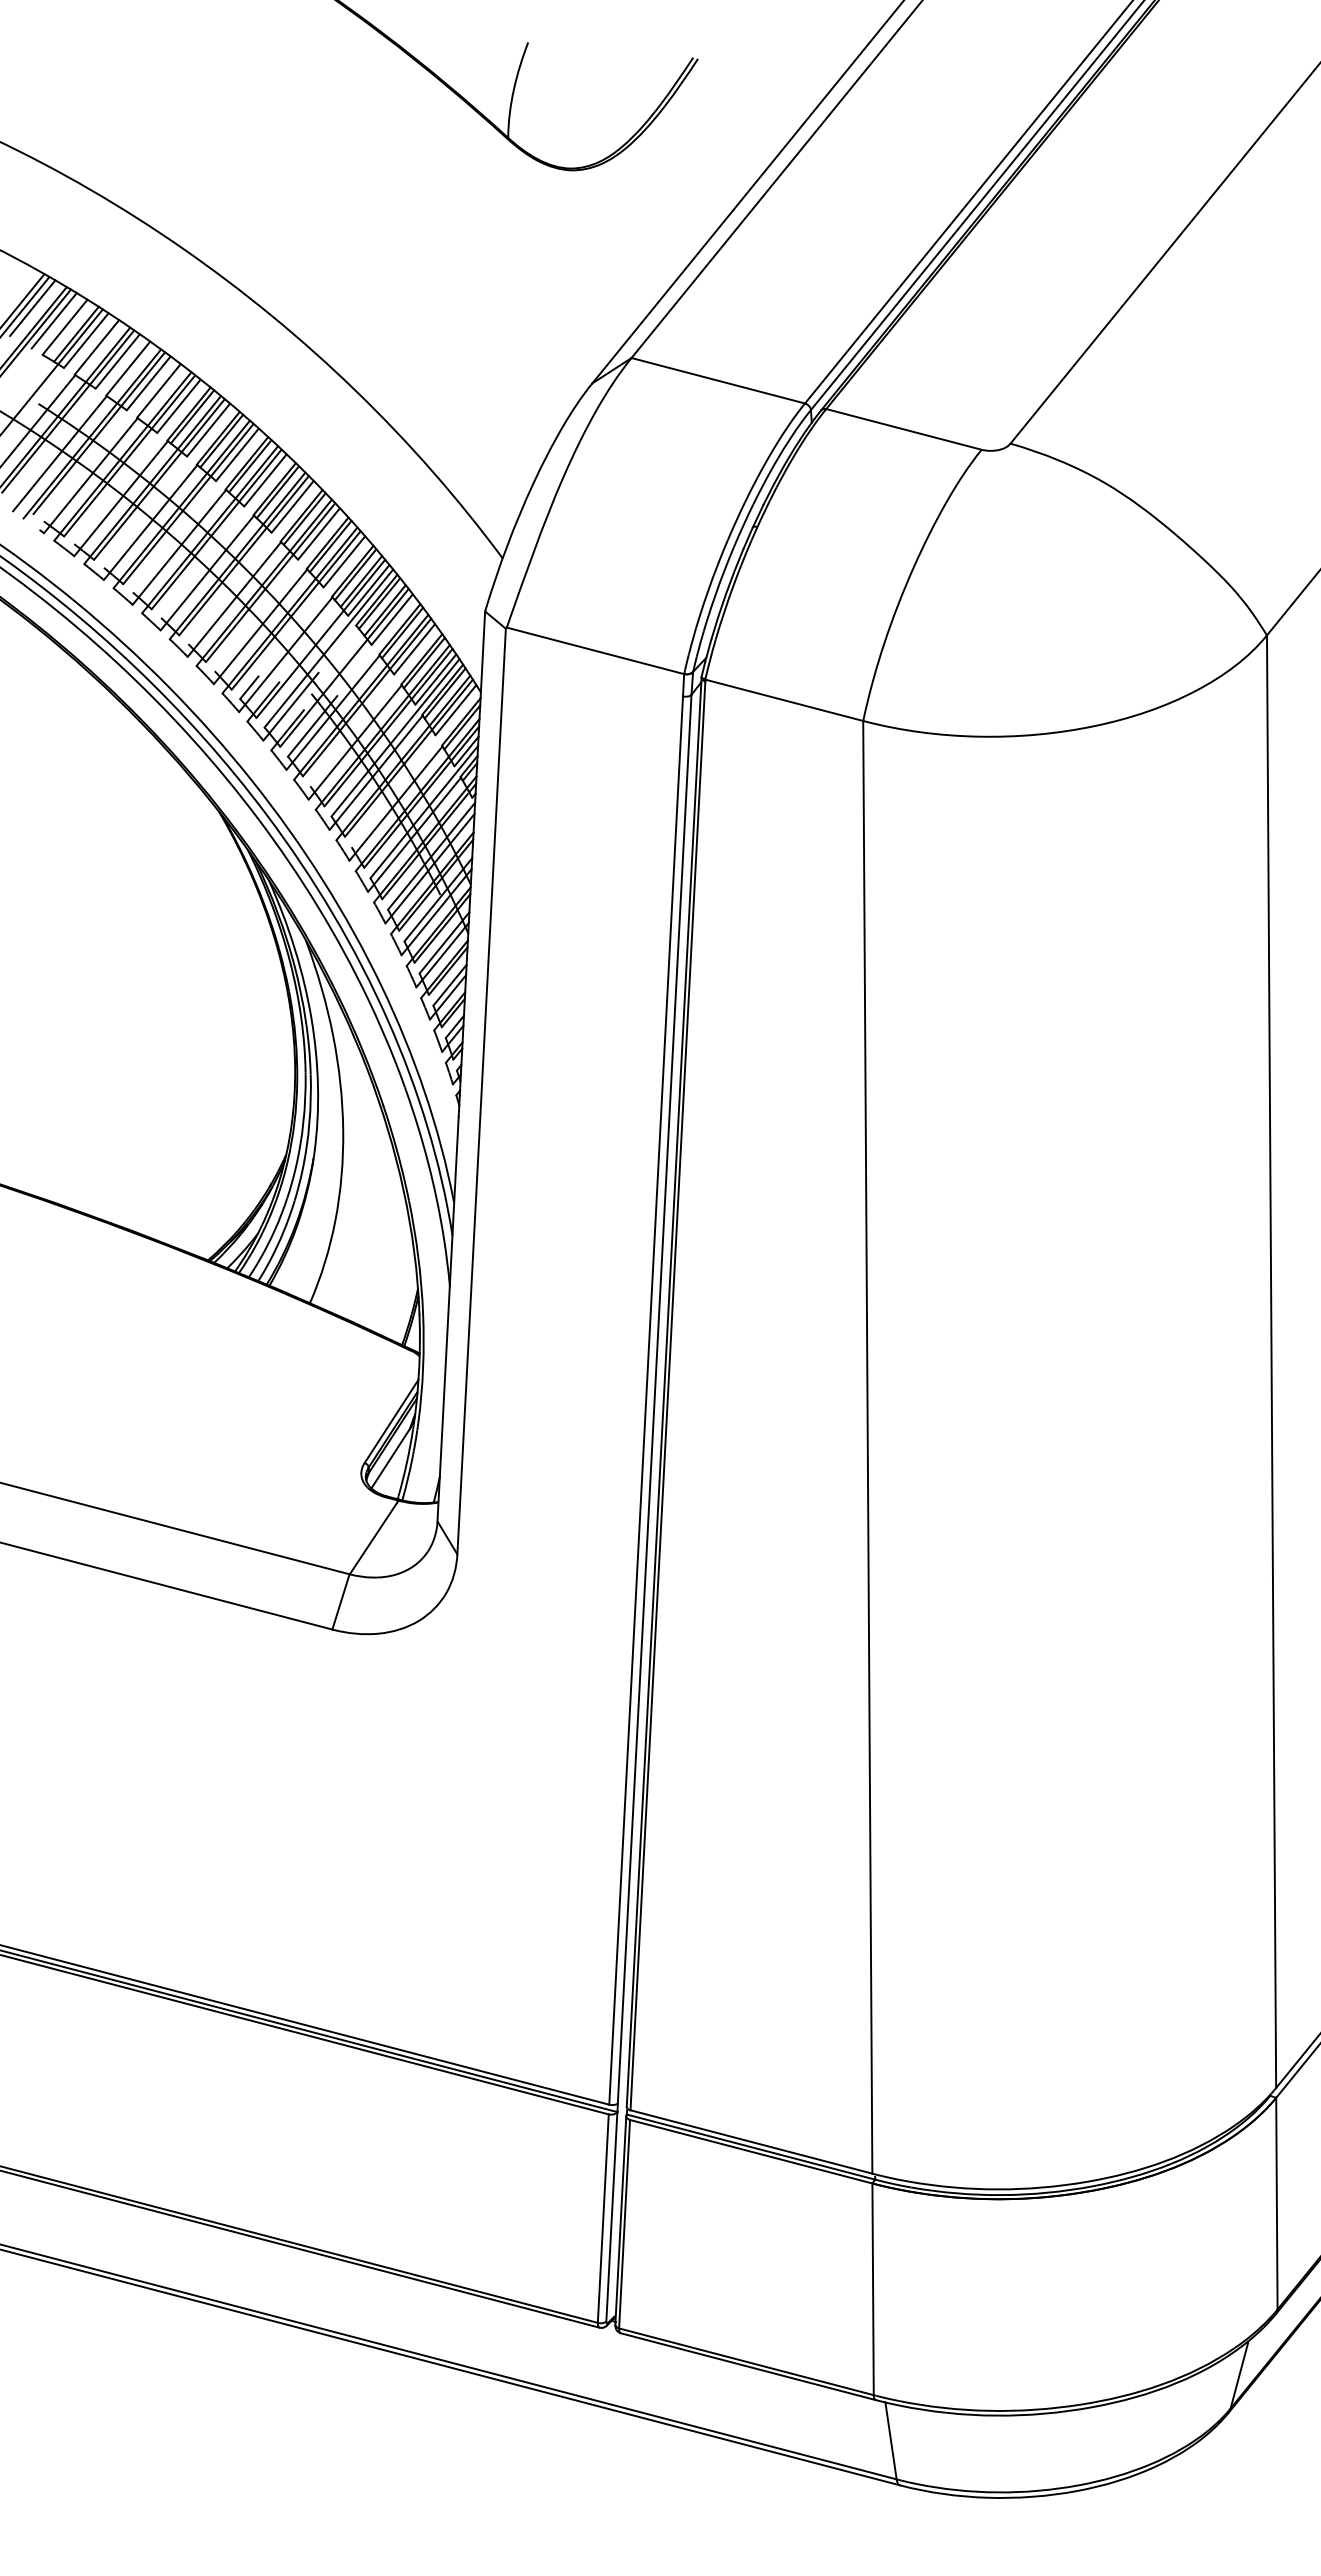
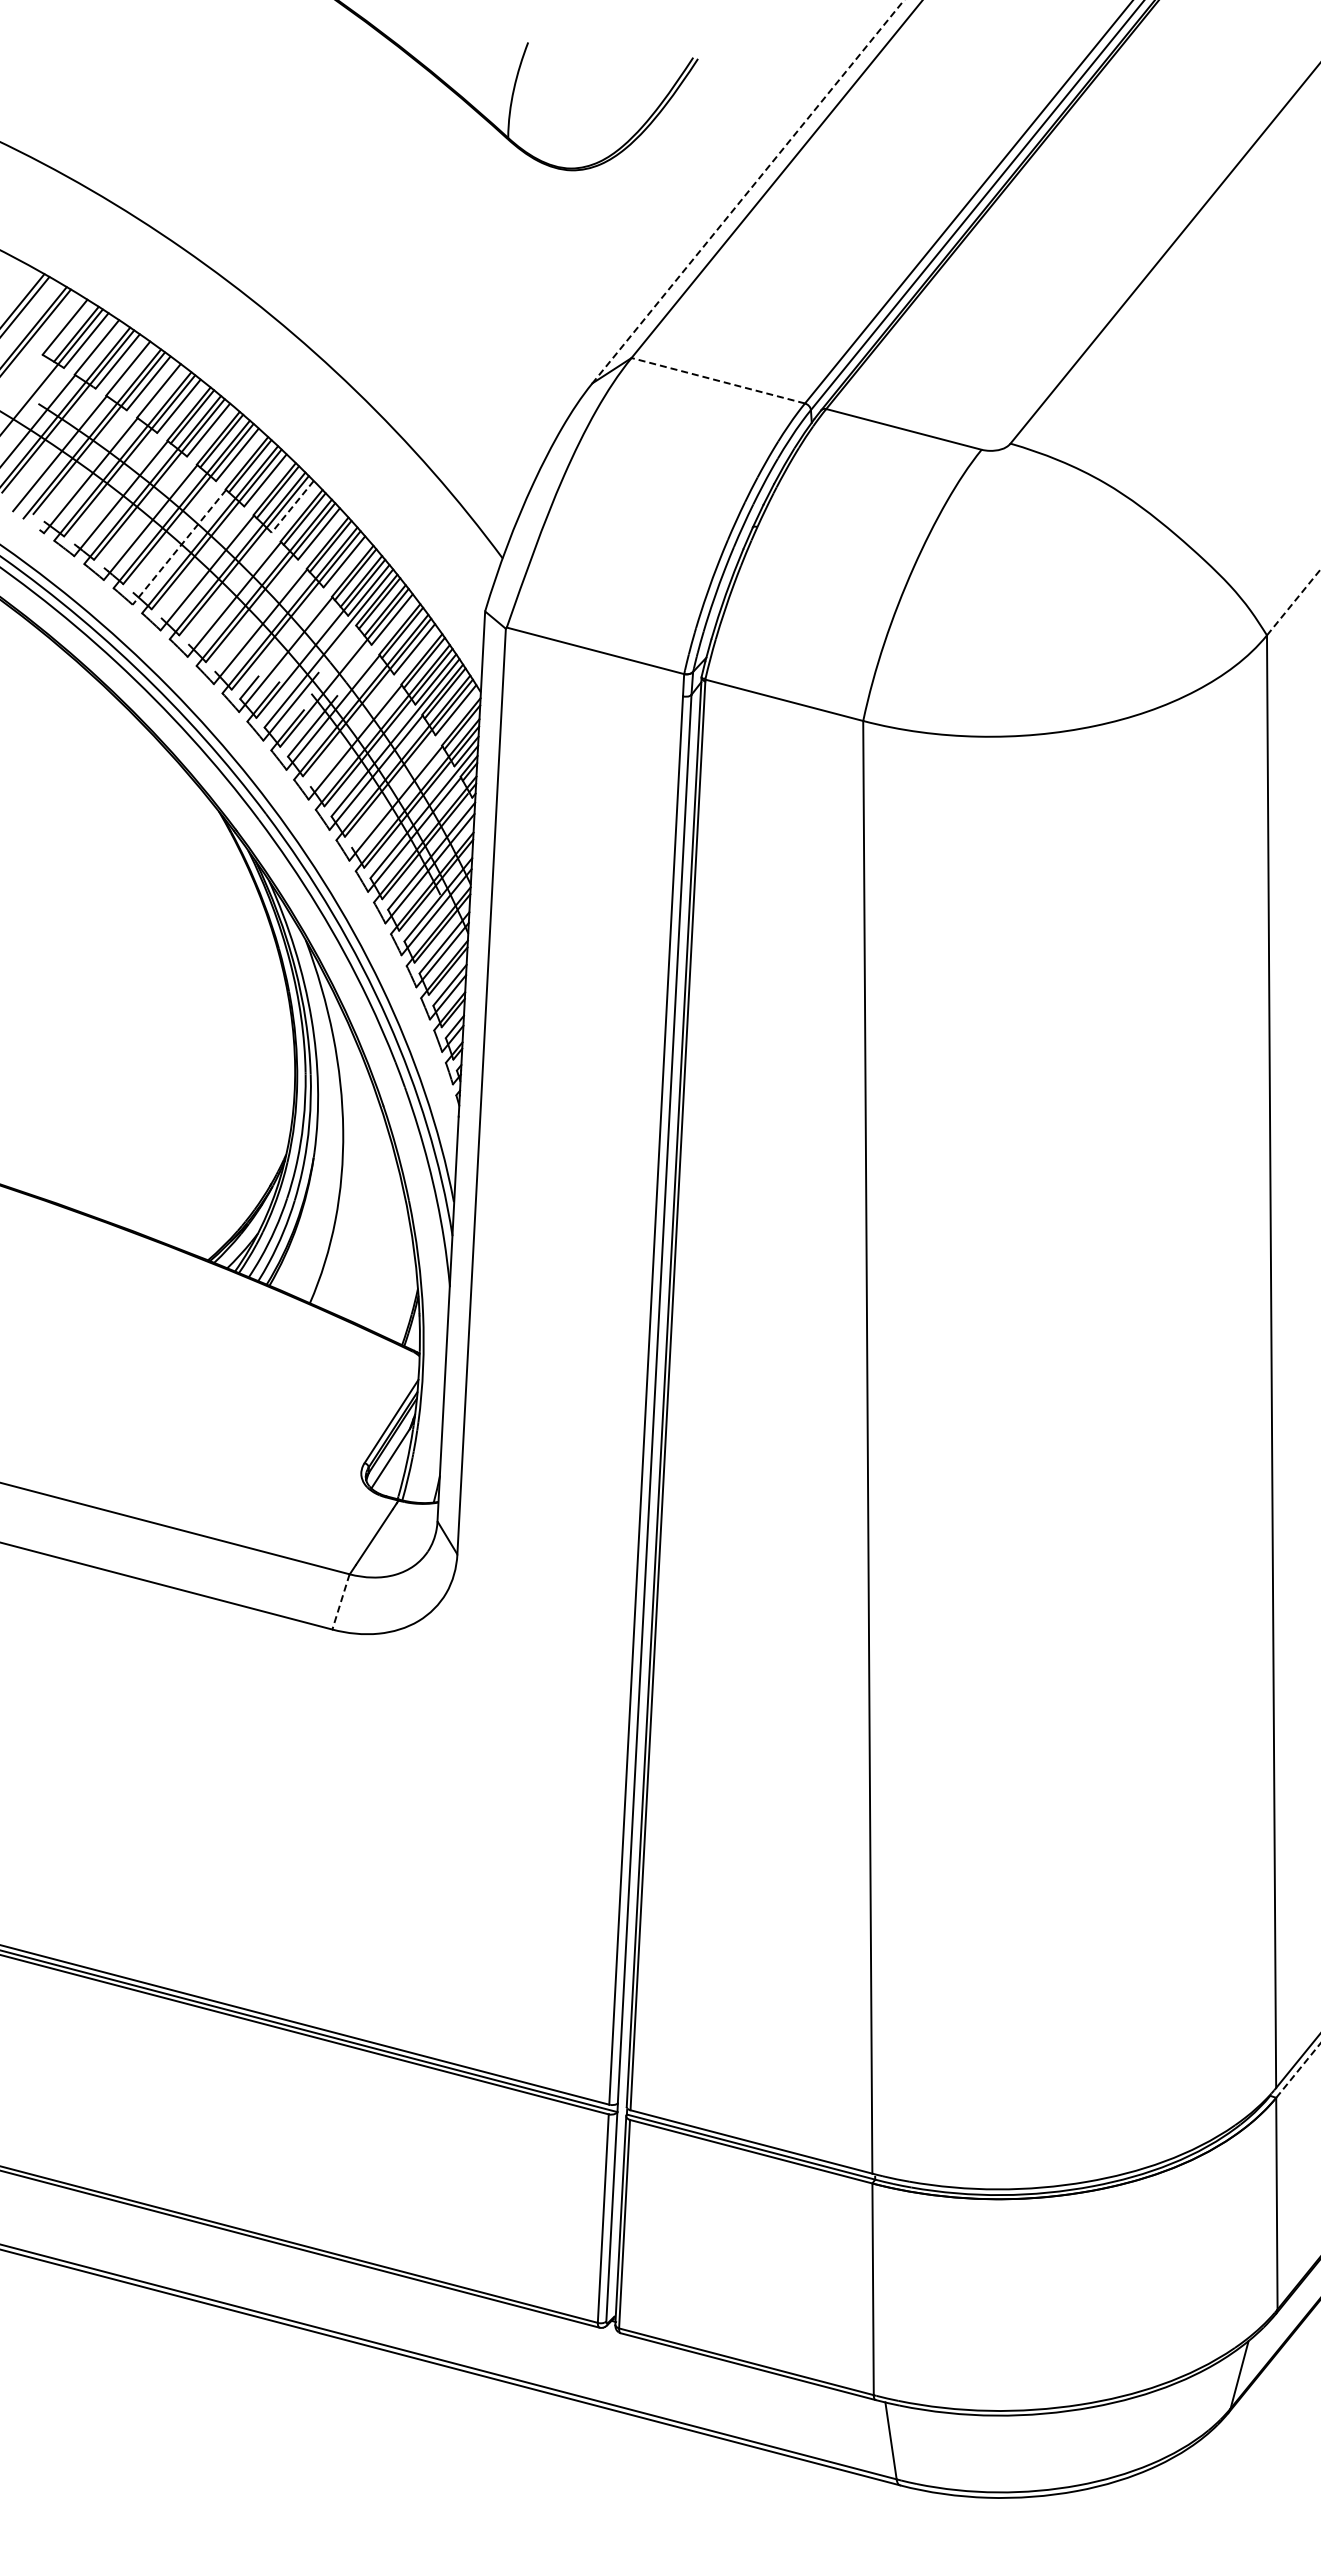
line at (748, 191): solid -> dashed
line at (32, 308): present -> none
line at (53, 320): present -> none
line at (718, 380): solid -> dashed
line at (292, 507): solid -> dashed
line at (179, 547): solid -> dashed
line at (1294, 602): solid -> dashed
line at (340, 1601): solid -> dashed
line at (1298, 2069): solid -> dashed
